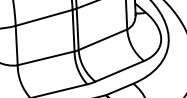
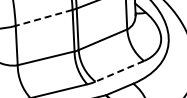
line at (44, 17): solid -> dashed
line at (119, 71): solid -> dashed
